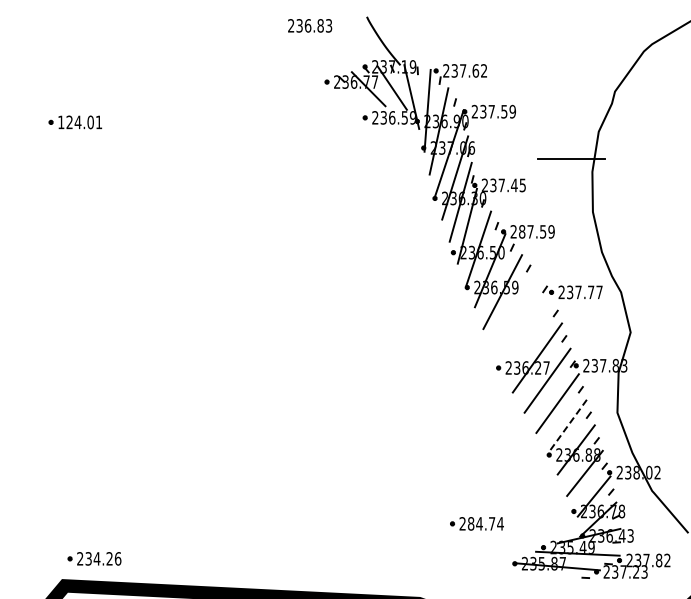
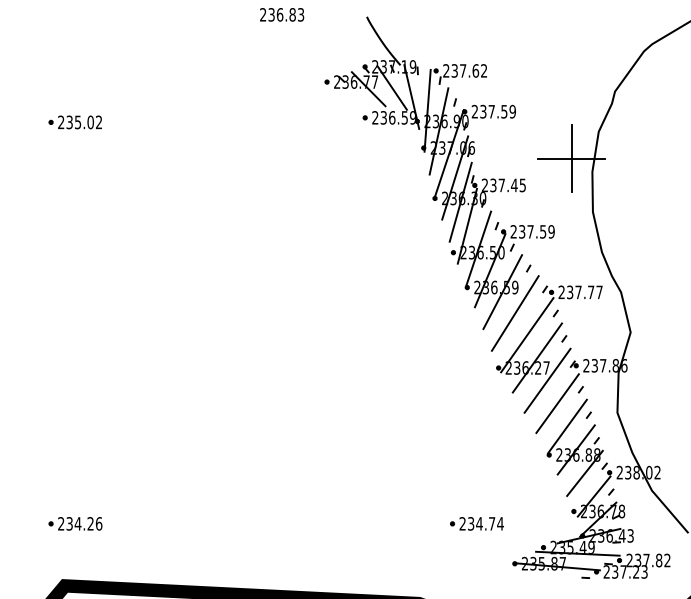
text at (310, 25) position: (310, 25) -> (282, 14)
text at (80, 122): 124.01 -> 235.02
line at (571, 158): none -> present
text at (522, 231): 287.59 -> 237.59
line at (514, 313): none -> present
line at (527, 335): none -> present
text at (624, 365): 237.83 -> 237.86
line at (567, 426): dashed -> solid
text at (471, 523): 284.74 -> 234.74
part at (94, 558) position: (94, 558) -> (75, 523)
